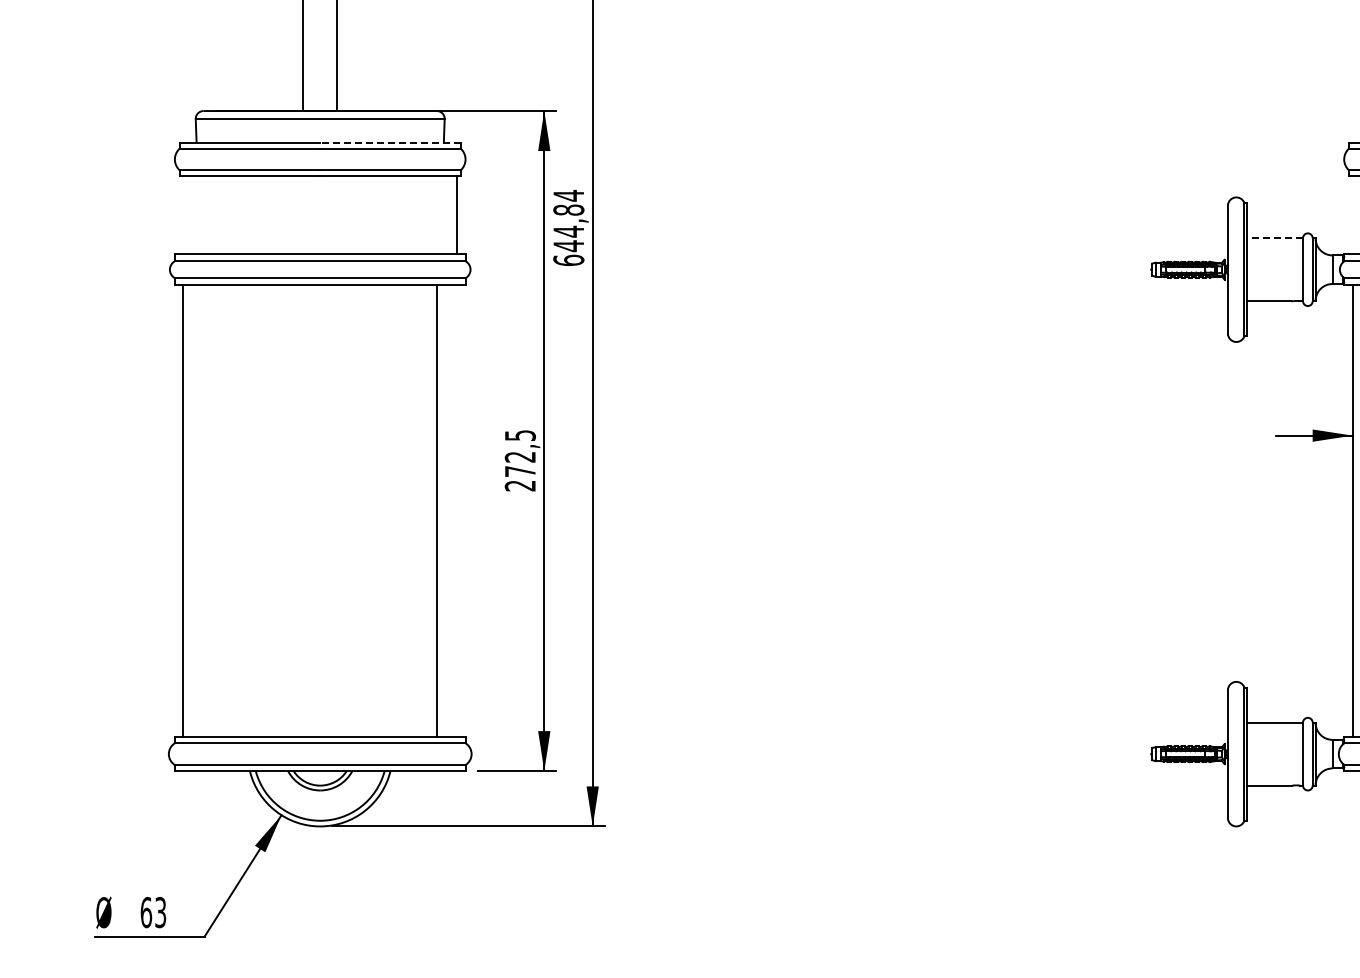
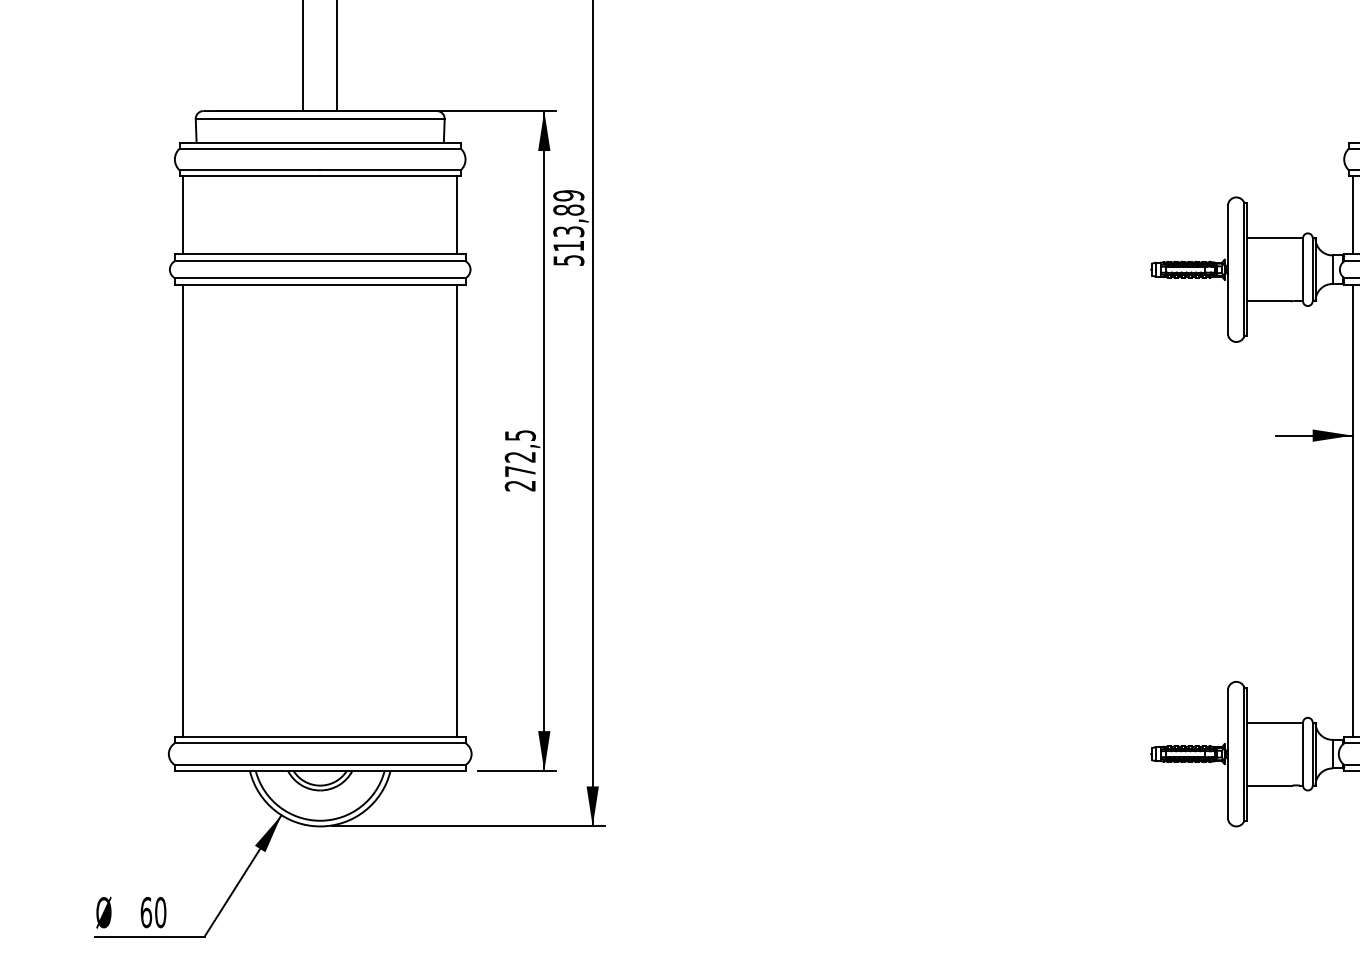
line at (389, 142): dashed -> solid
line at (183, 214): none -> present
line at (1352, 214): none -> present
text at (568, 227): 644,84 -> 513,89
line at (1275, 238): dashed -> solid
line at (437, 511) position: (437, 511) -> (457, 511)
text at (160, 912): 63 -> 60
